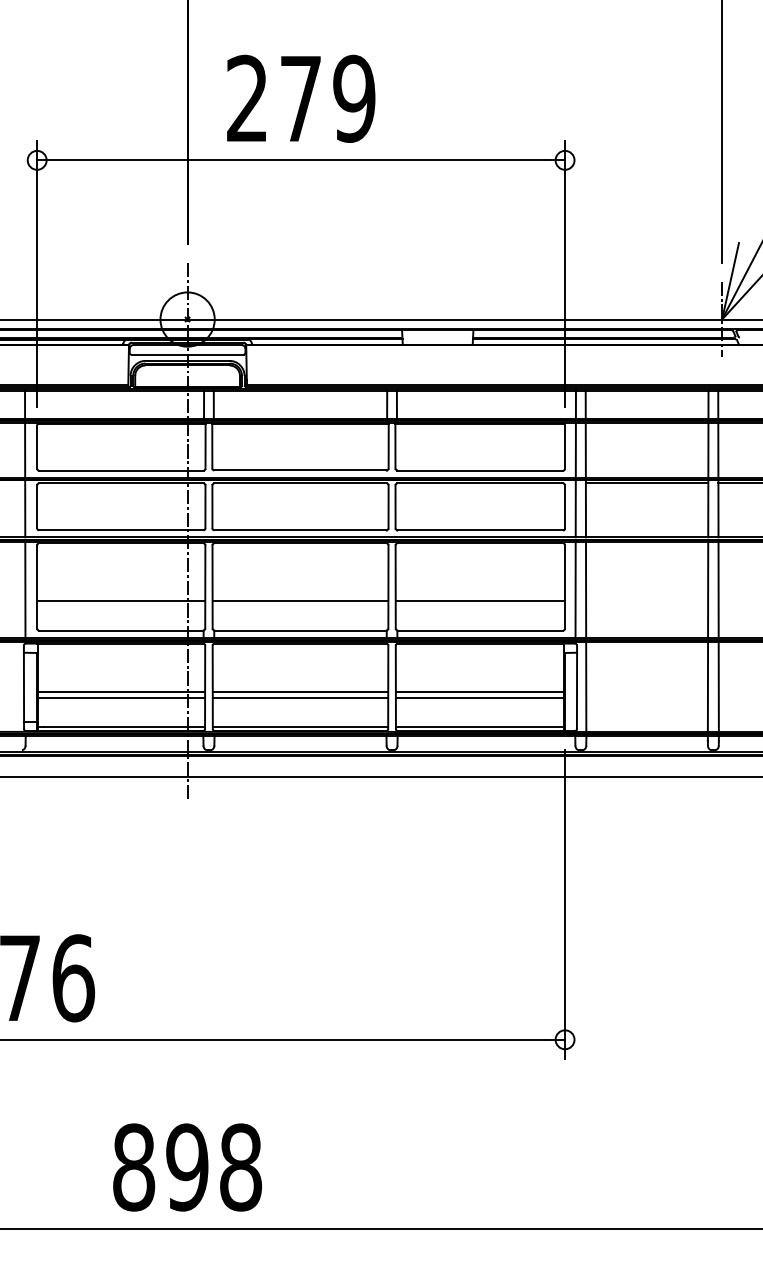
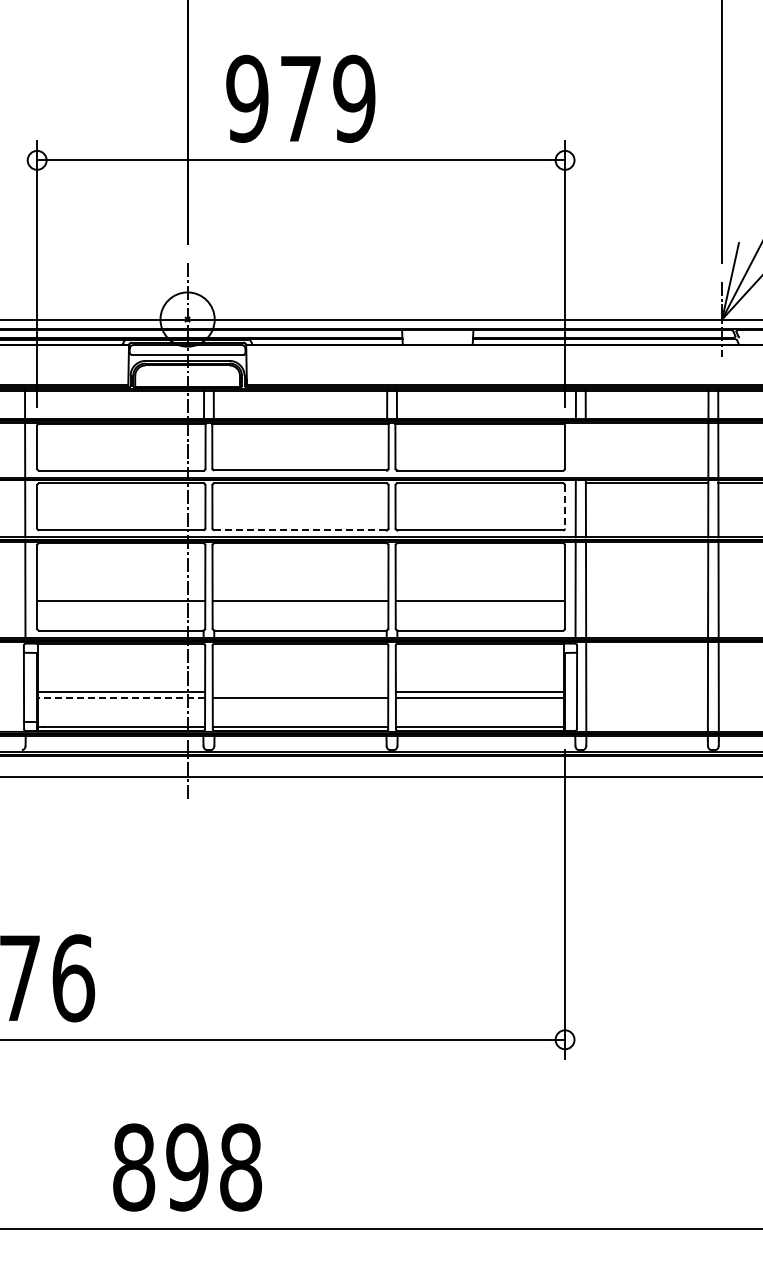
text at (247, 98): 279 -> 979
line at (575, 451): present -> none
line at (585, 451): present -> none
line at (565, 506): solid -> dashed
line at (301, 530): solid -> dashed
line at (300, 692): present -> none
line at (121, 698): solid -> dashed
